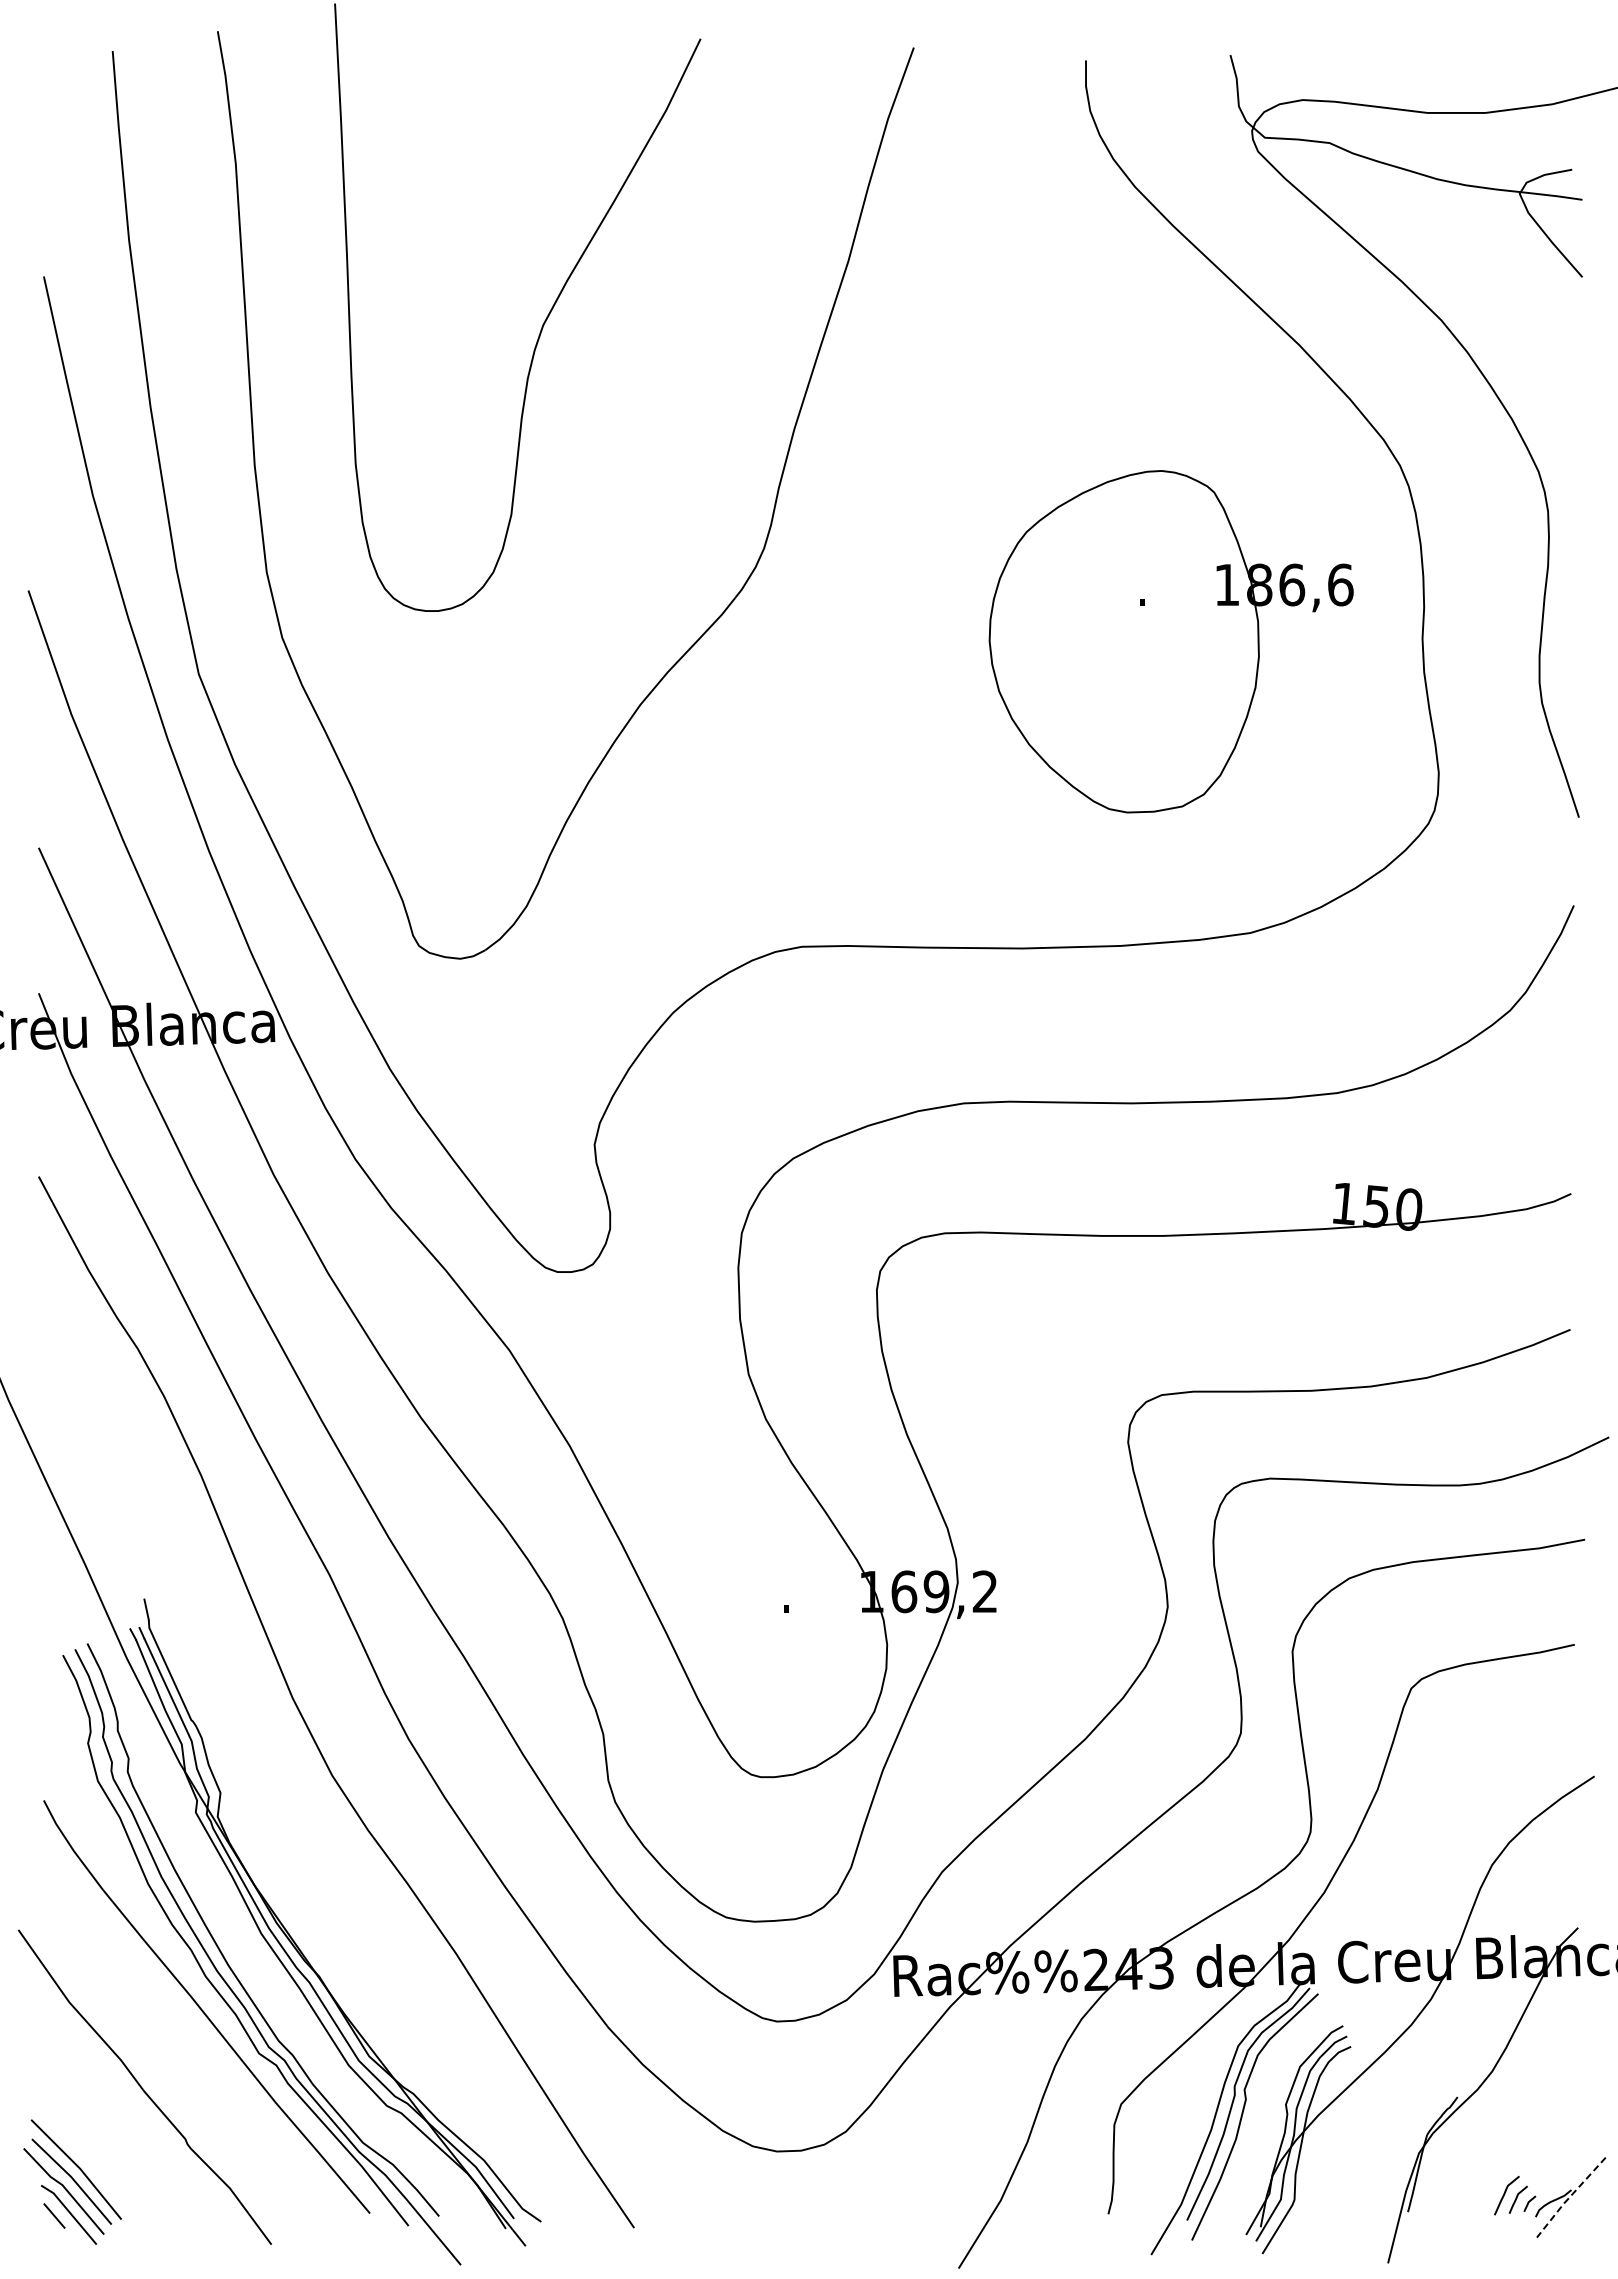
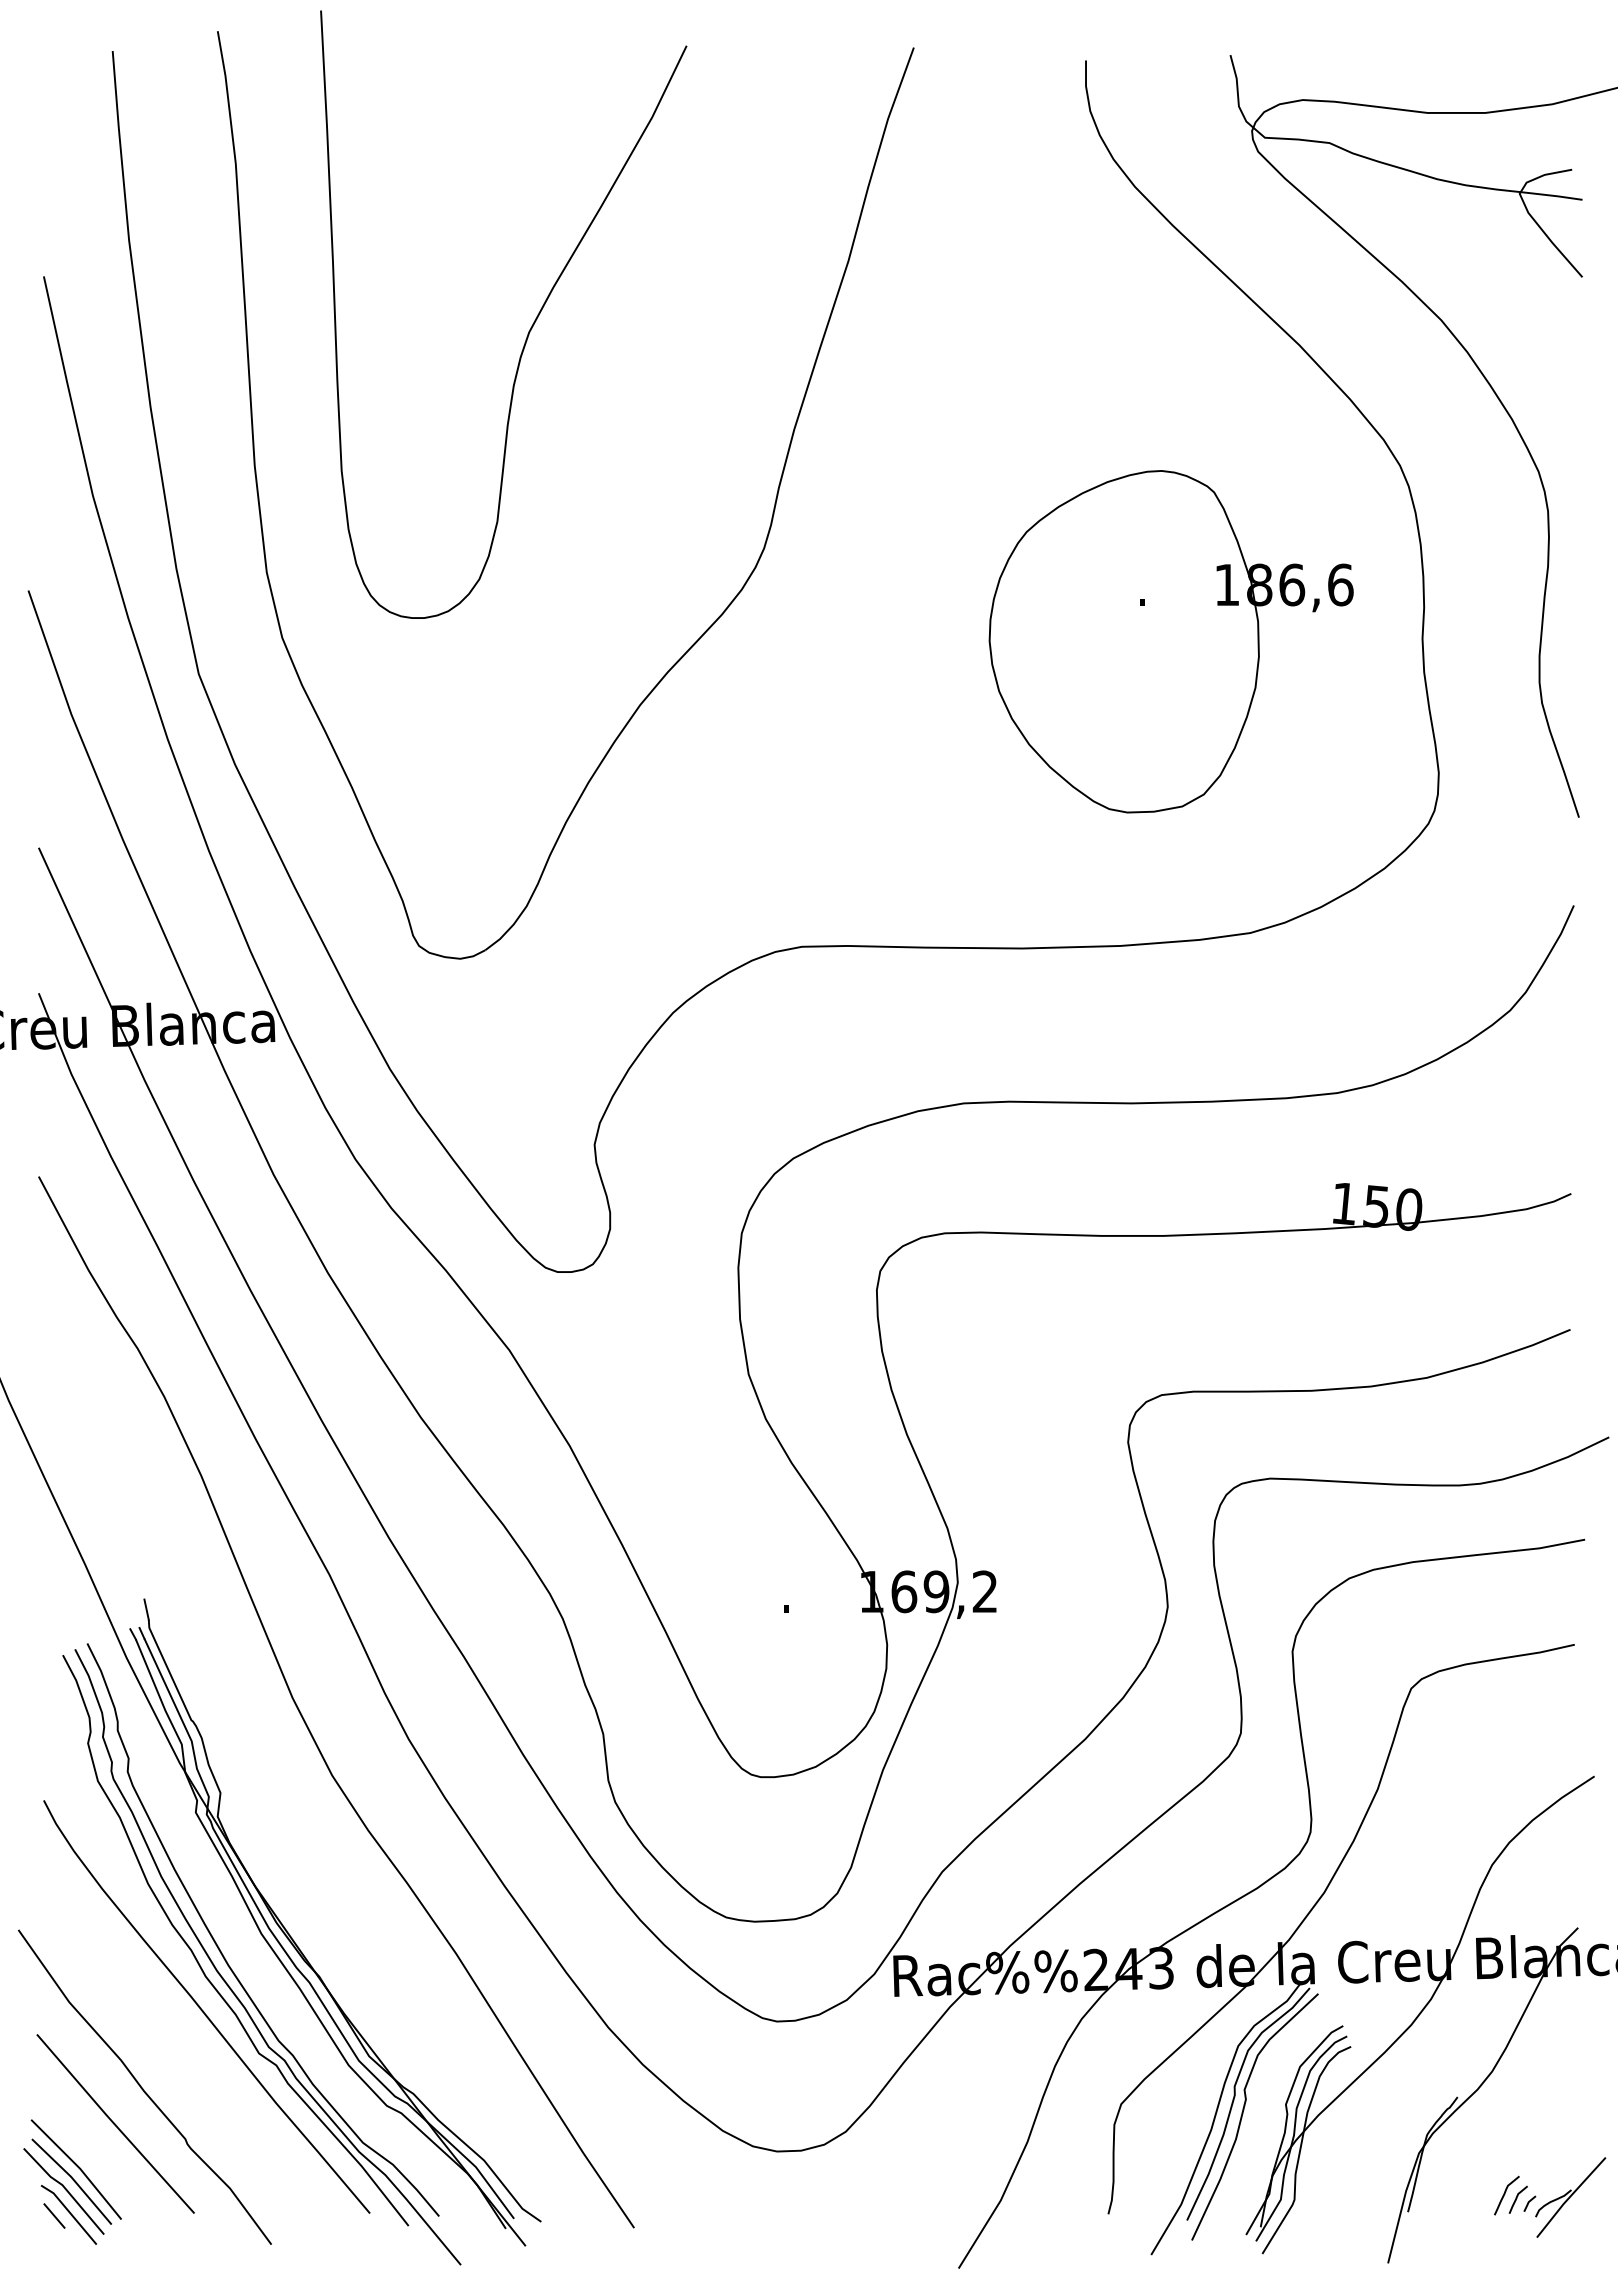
curve at (544, 320) position: (544, 320) -> (530, 327)
line at (115, 2123): none -> present
line at (1569, 2197): dashed -> solid
